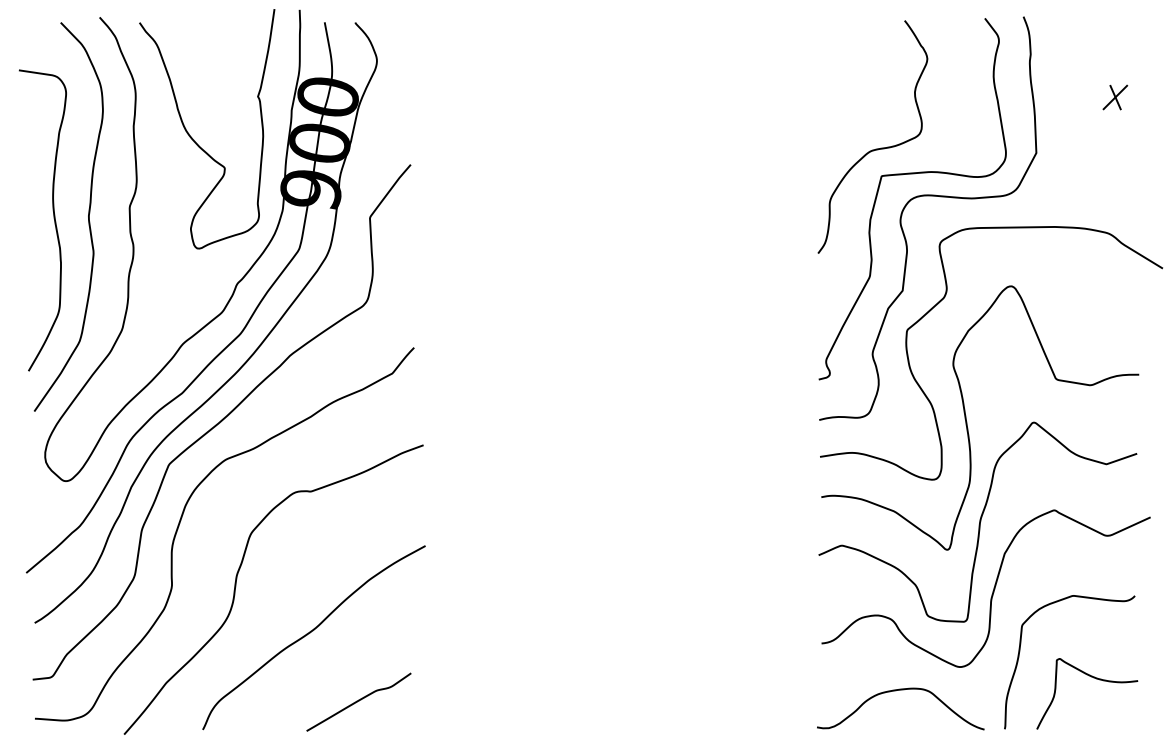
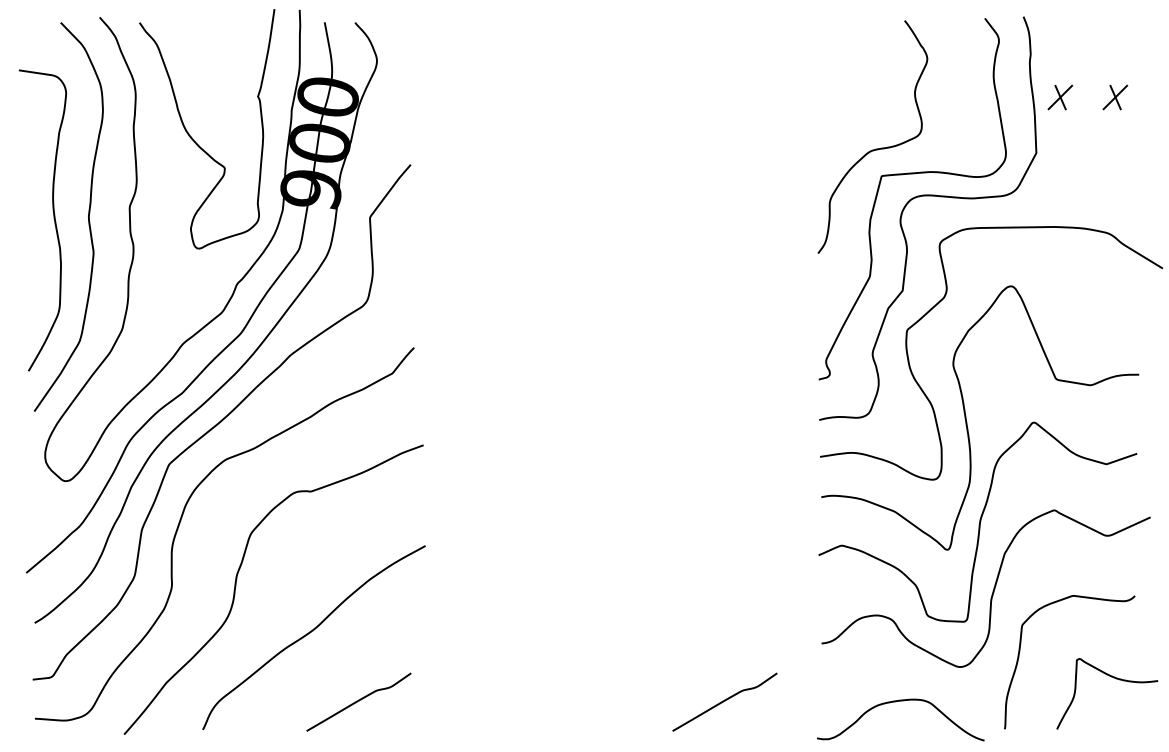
part at (1060, 97): none -> present
curve at (1093, 678) position: (1093, 678) -> (1113, 678)
curve at (896, 691) position: (896, 691) -> (896, 702)
curve at (724, 701): none -> present
